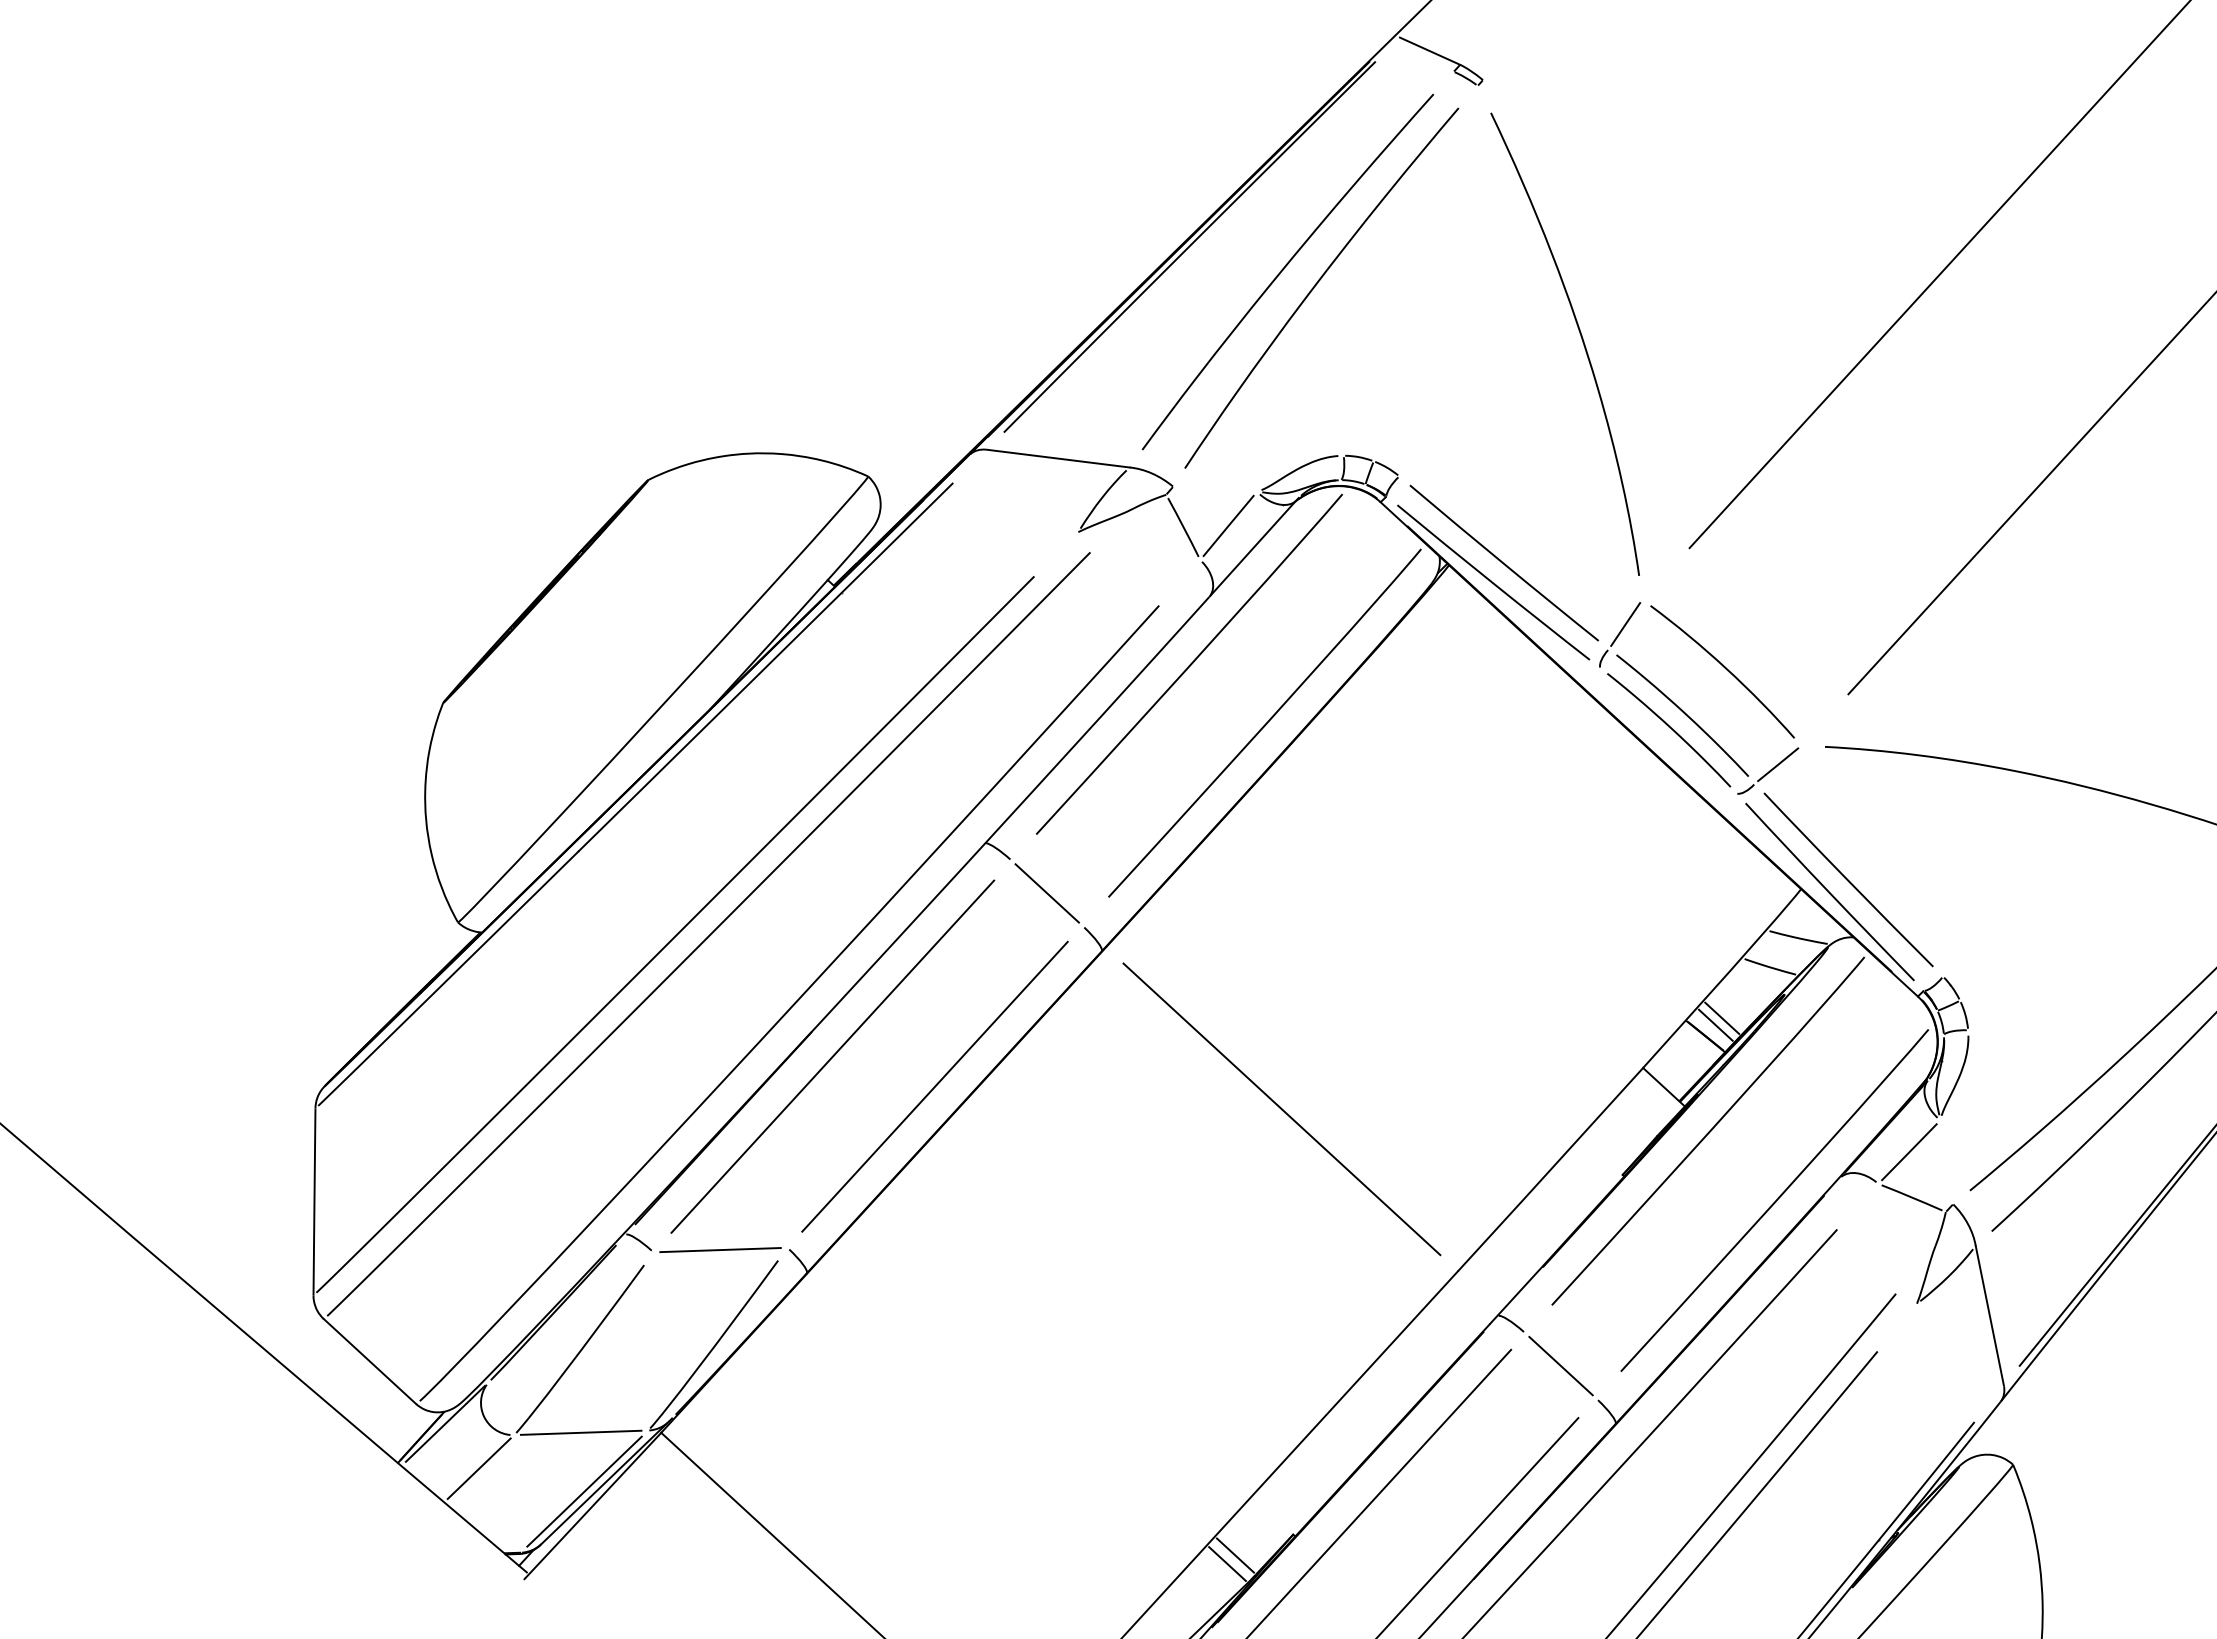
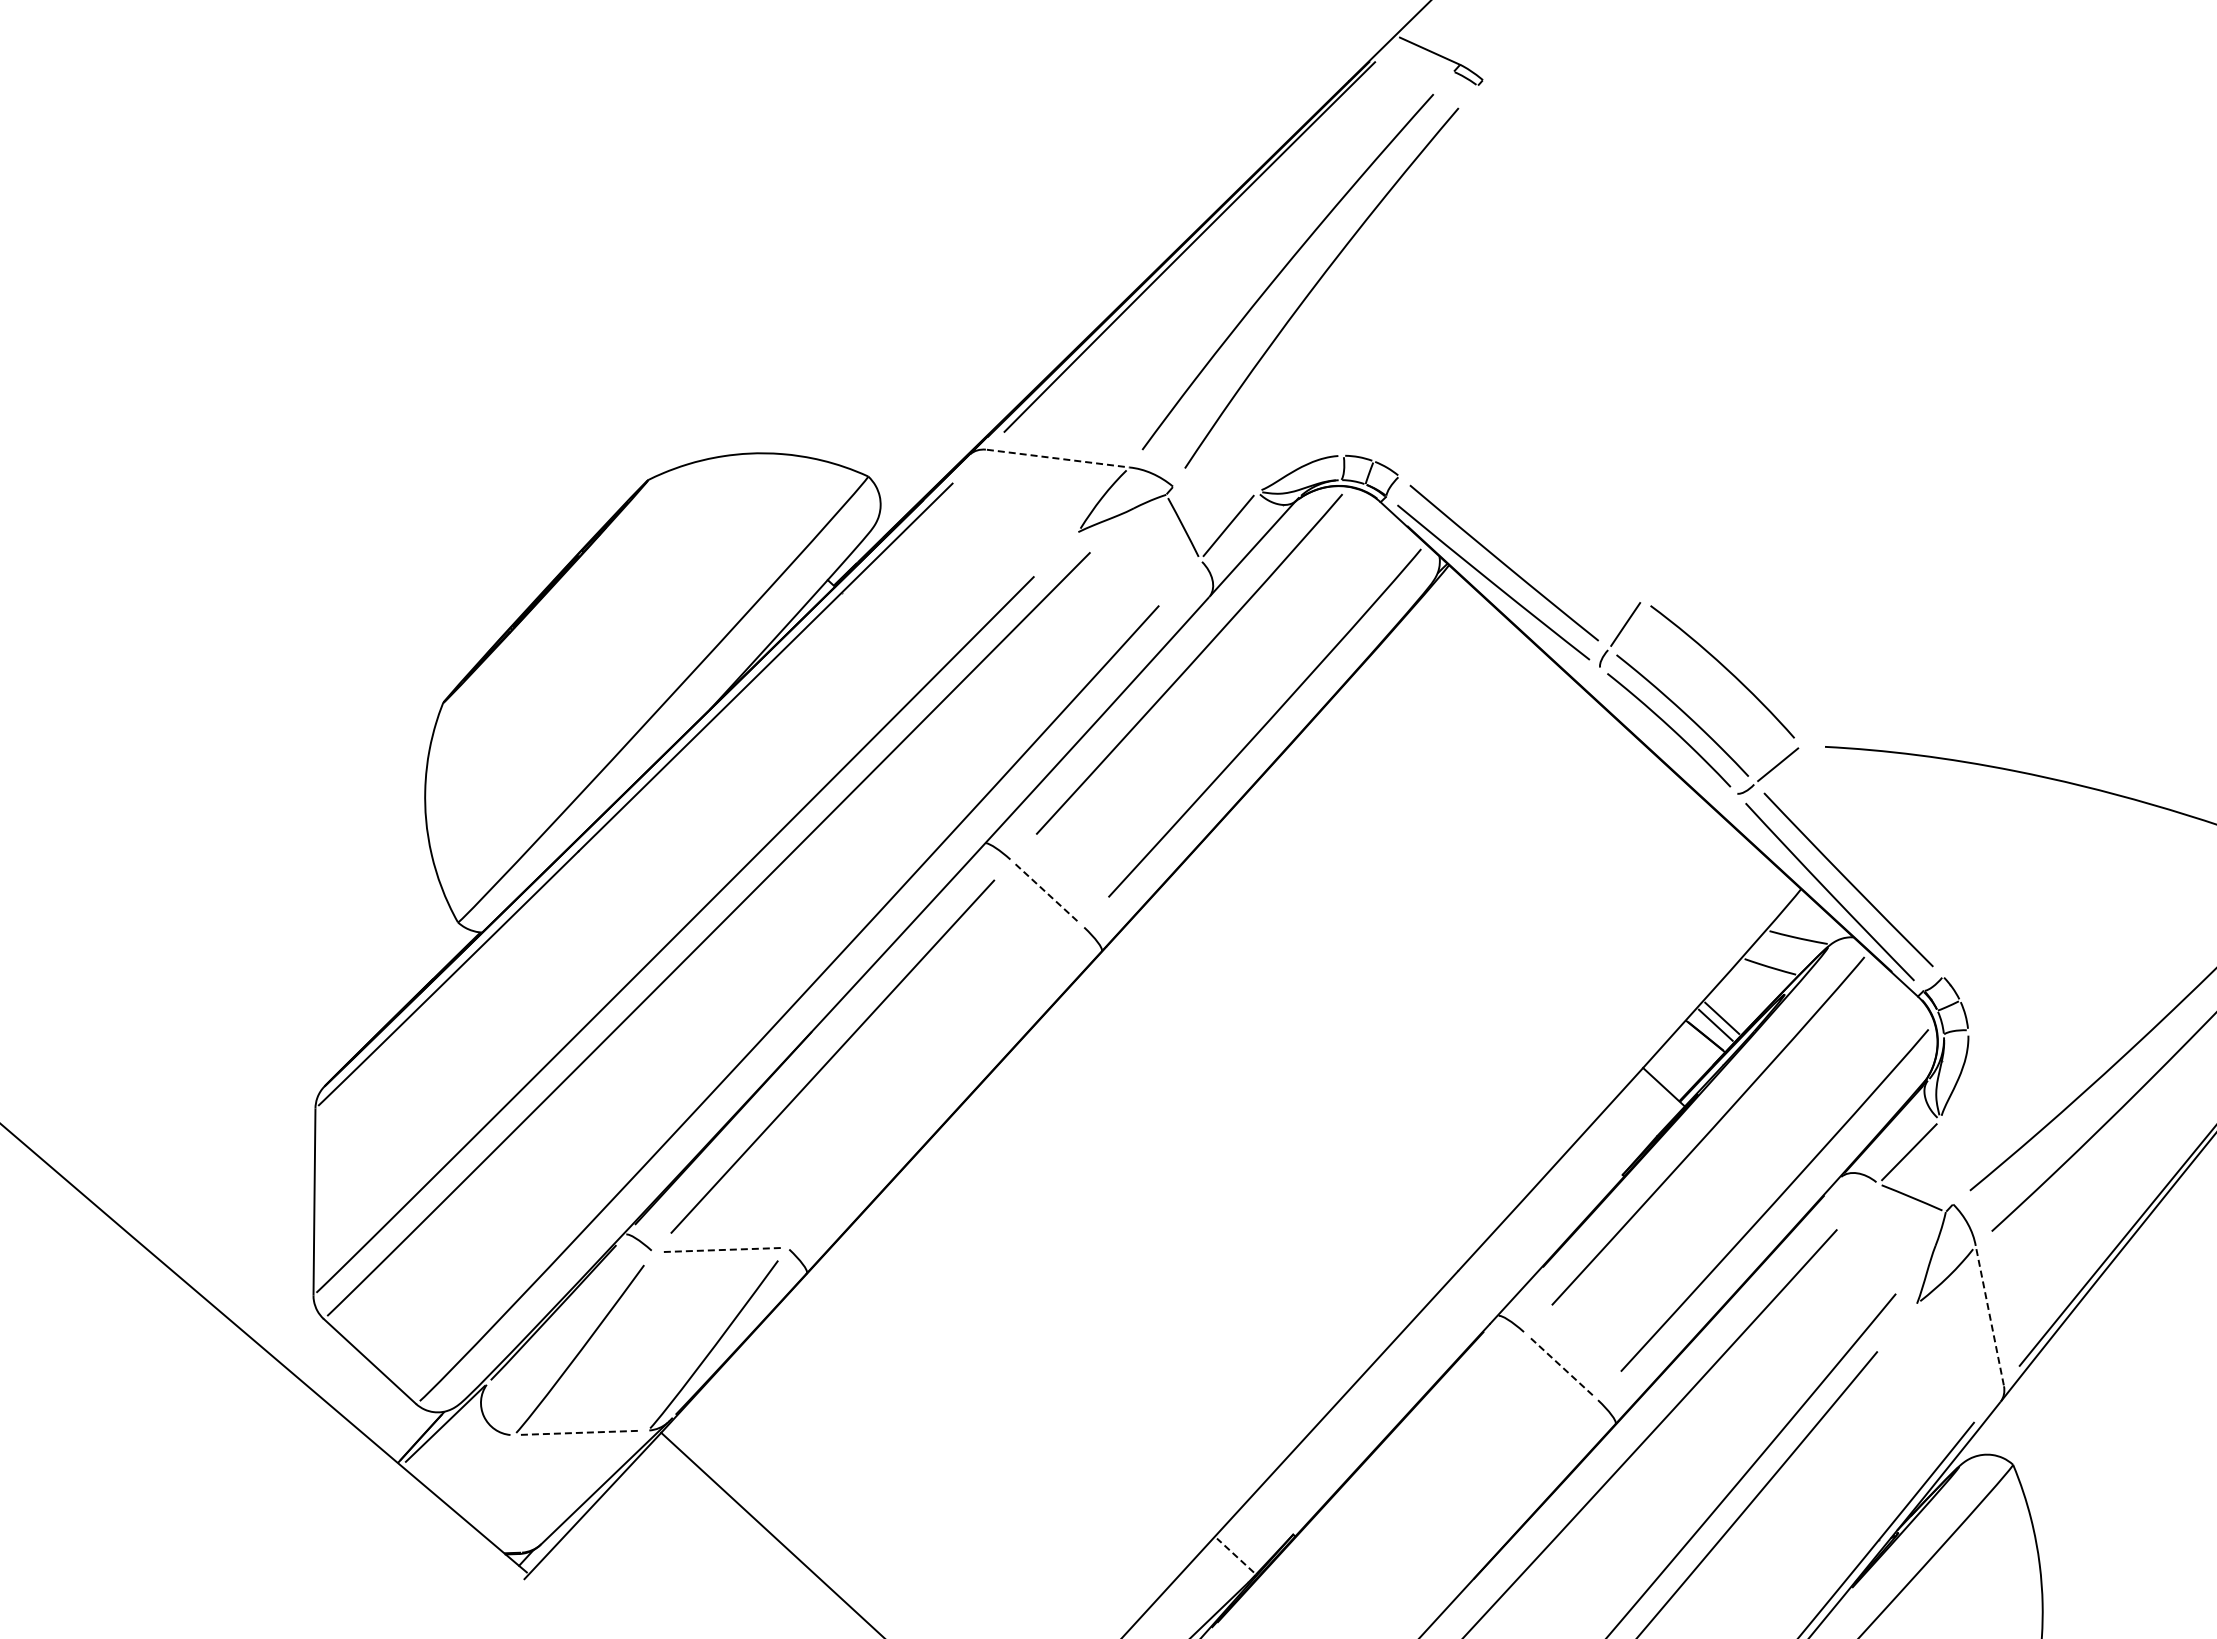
line at (1938, 275): present -> none
curve at (1580, 336): present -> none
line at (1058, 458): solid -> dashed
line at (2030, 494): present -> none
line at (1047, 893): solid -> dashed
line at (934, 1086): present -> none
line at (1281, 1109): present -> none
line at (720, 1250): solid -> dashed
line at (1989, 1315): solid -> dashed
line at (1560, 1365): solid -> dashed
line at (581, 1432): solid -> dashed
line at (478, 1468): present -> none
line at (584, 1491): present -> none
line at (1380, 1492): present -> none
line at (1478, 1526): present -> none
line at (1235, 1555): solid -> dashed
line at (1227, 1564): present -> none
